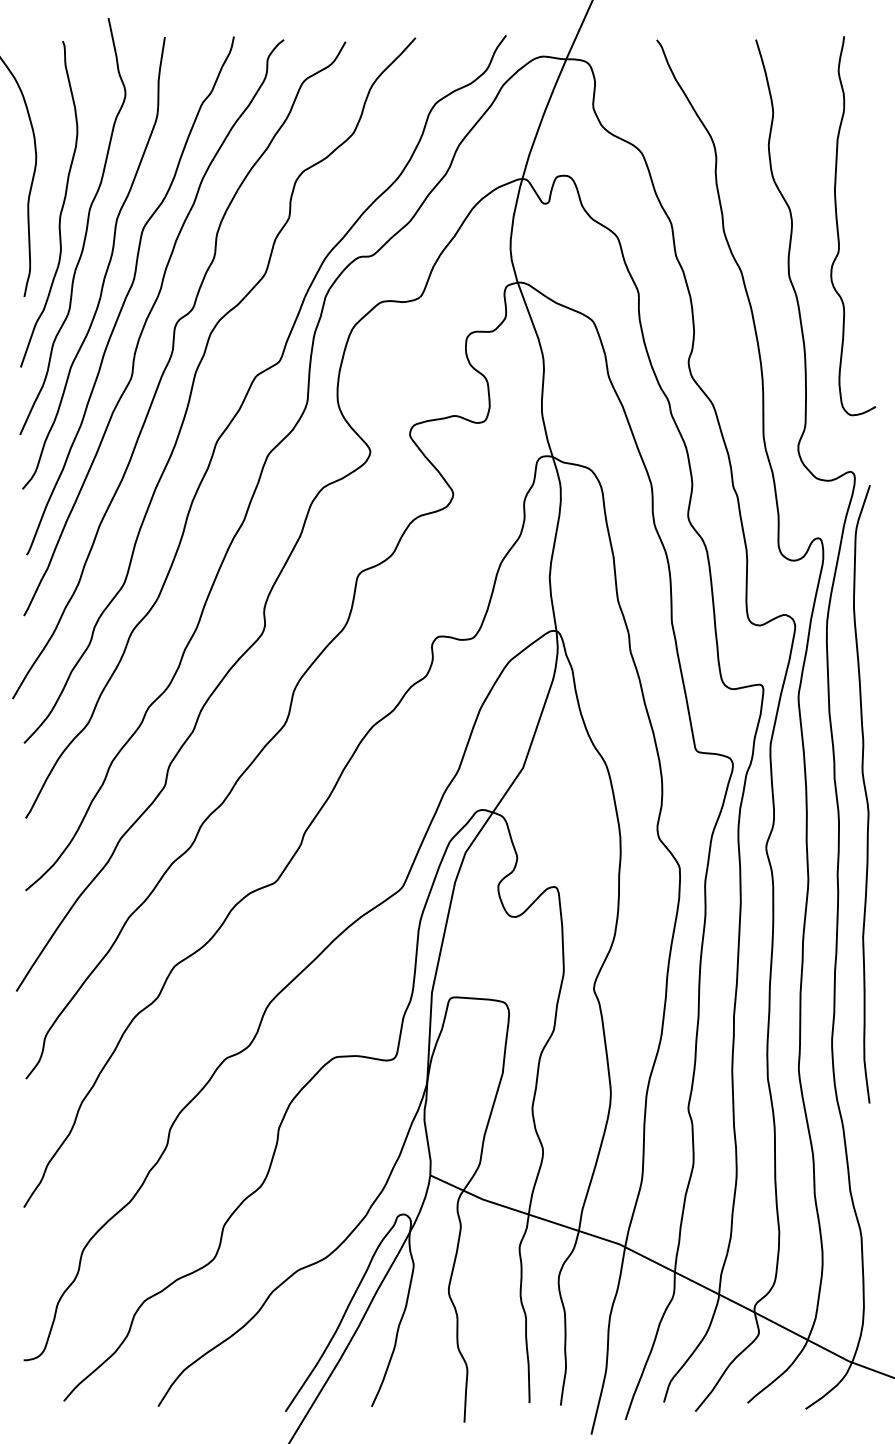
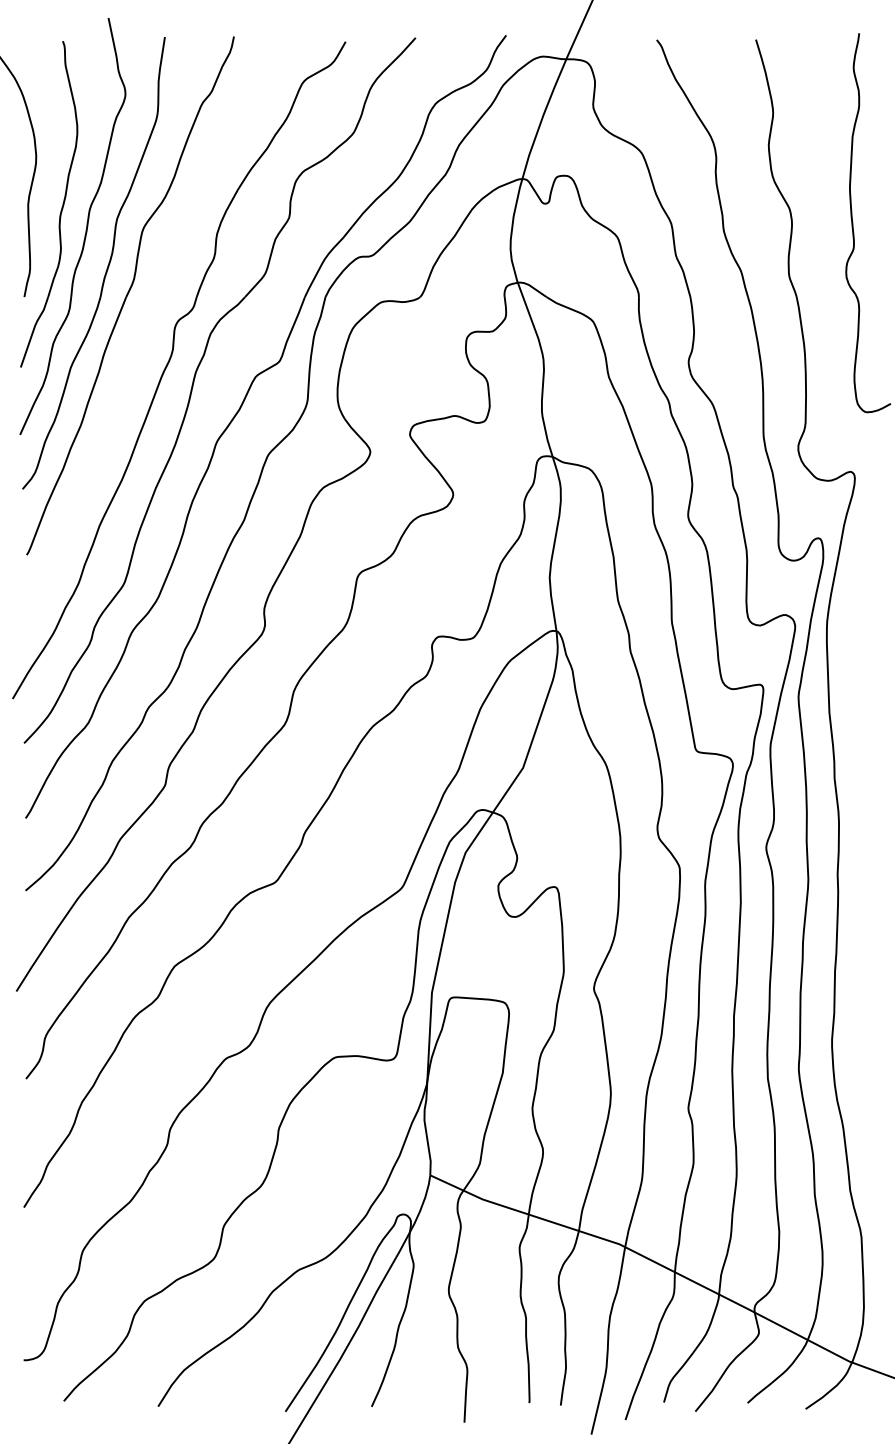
part at (838, 226) position: (838, 226) -> (853, 223)
part at (146, 323): present -> none
curve at (864, 792): present -> none
